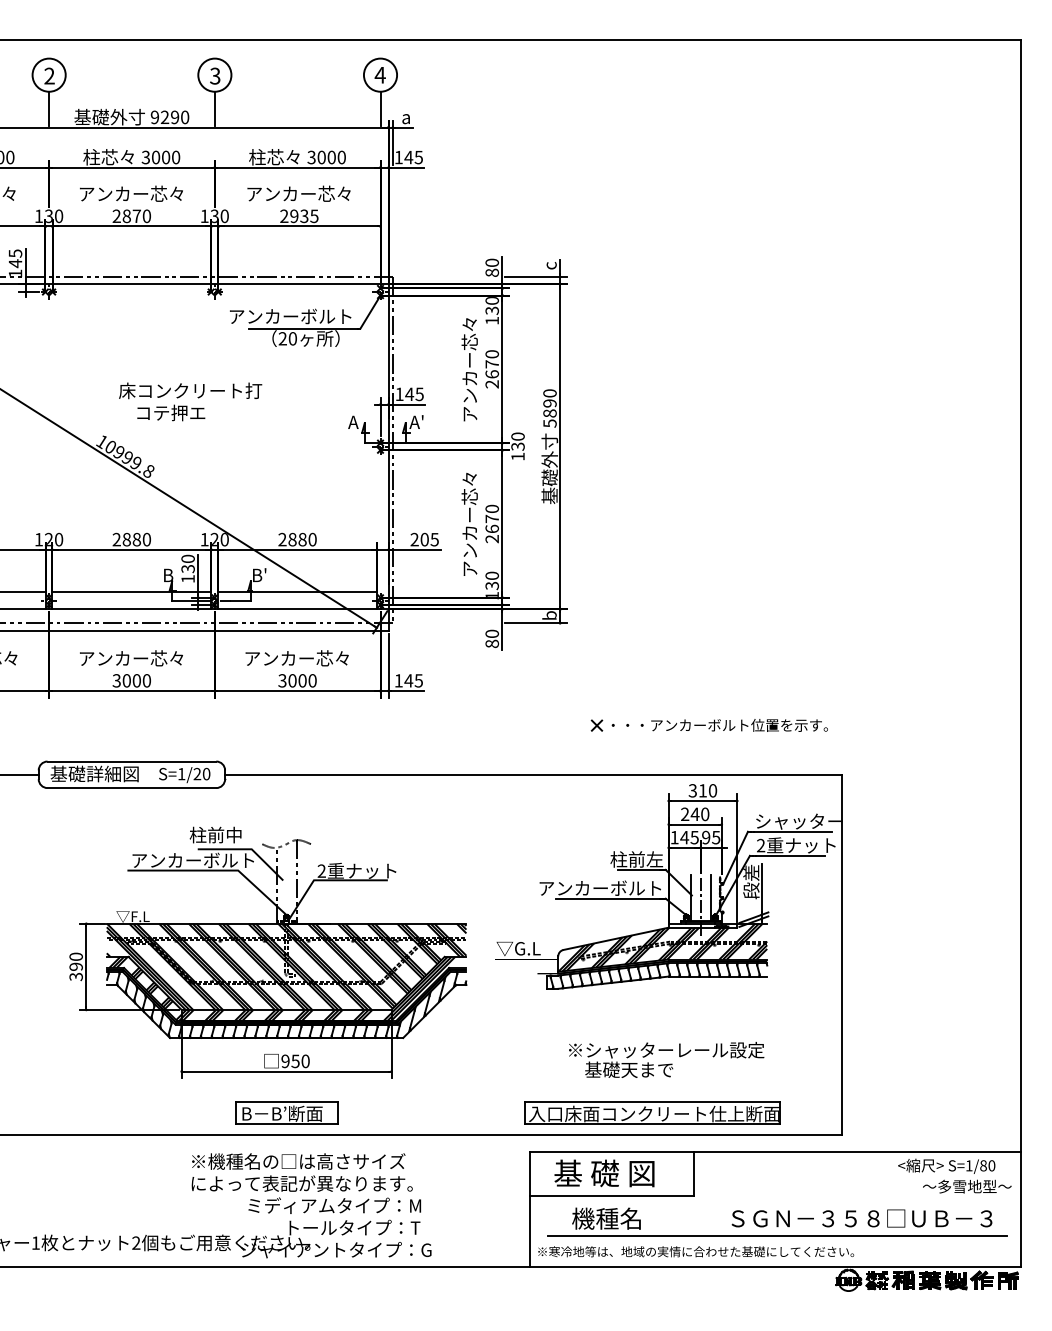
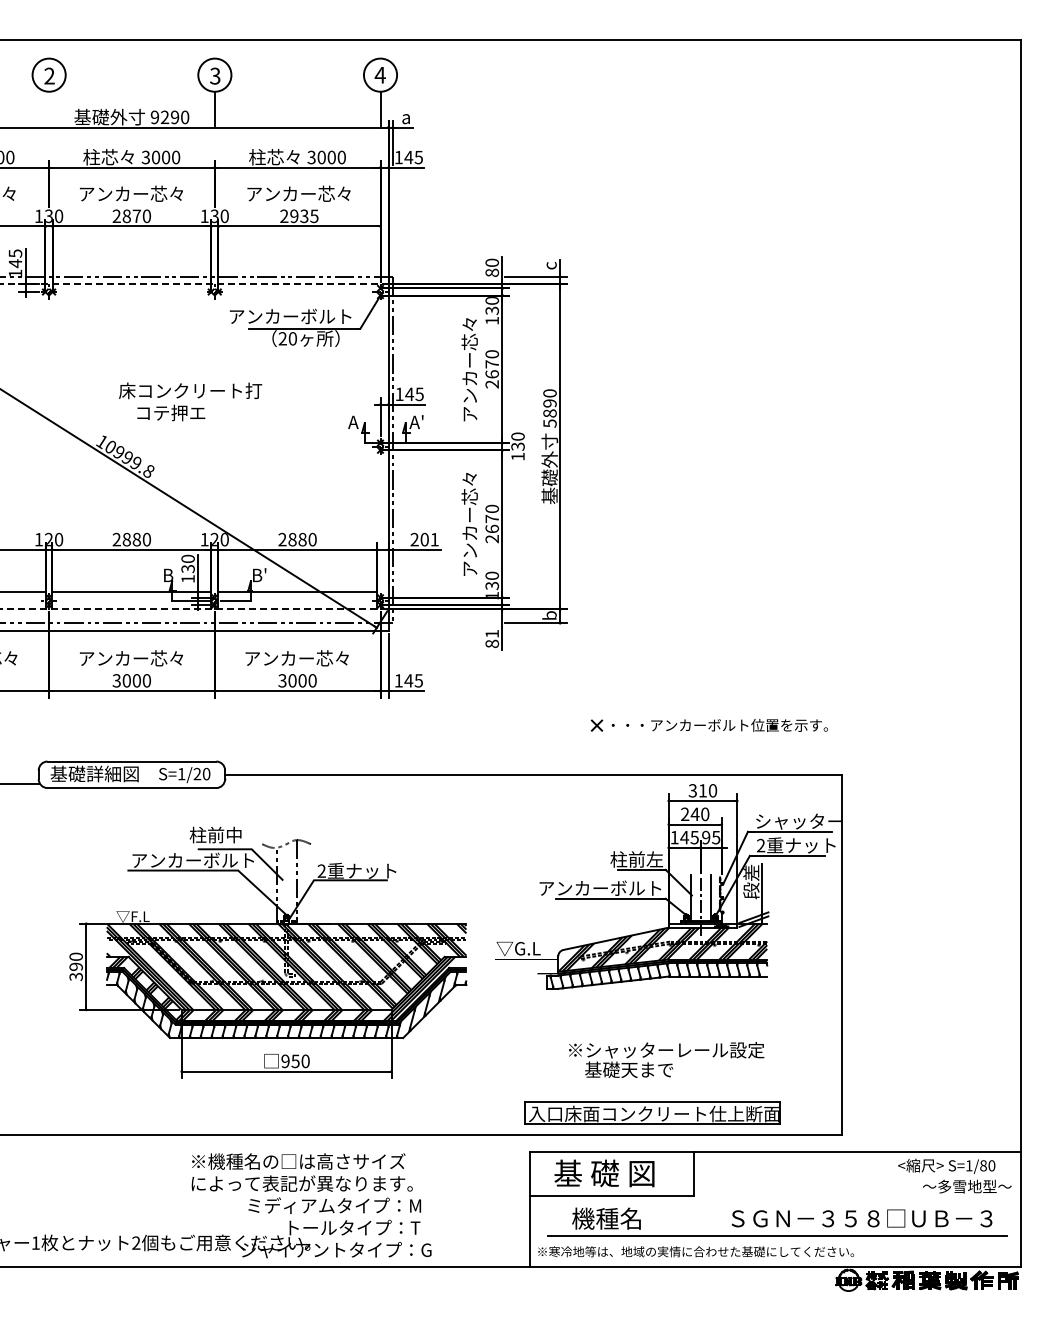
line at (49, 108): present -> none
line at (193, 284): solid -> dashed
text at (434, 539): 205 -> 201
line at (194, 609): solid -> dashed
text at (491, 633): 80 -> 81
line at (20, 774) position: (20, 774) -> (20, 783)
part at (286, 1112): present -> none
